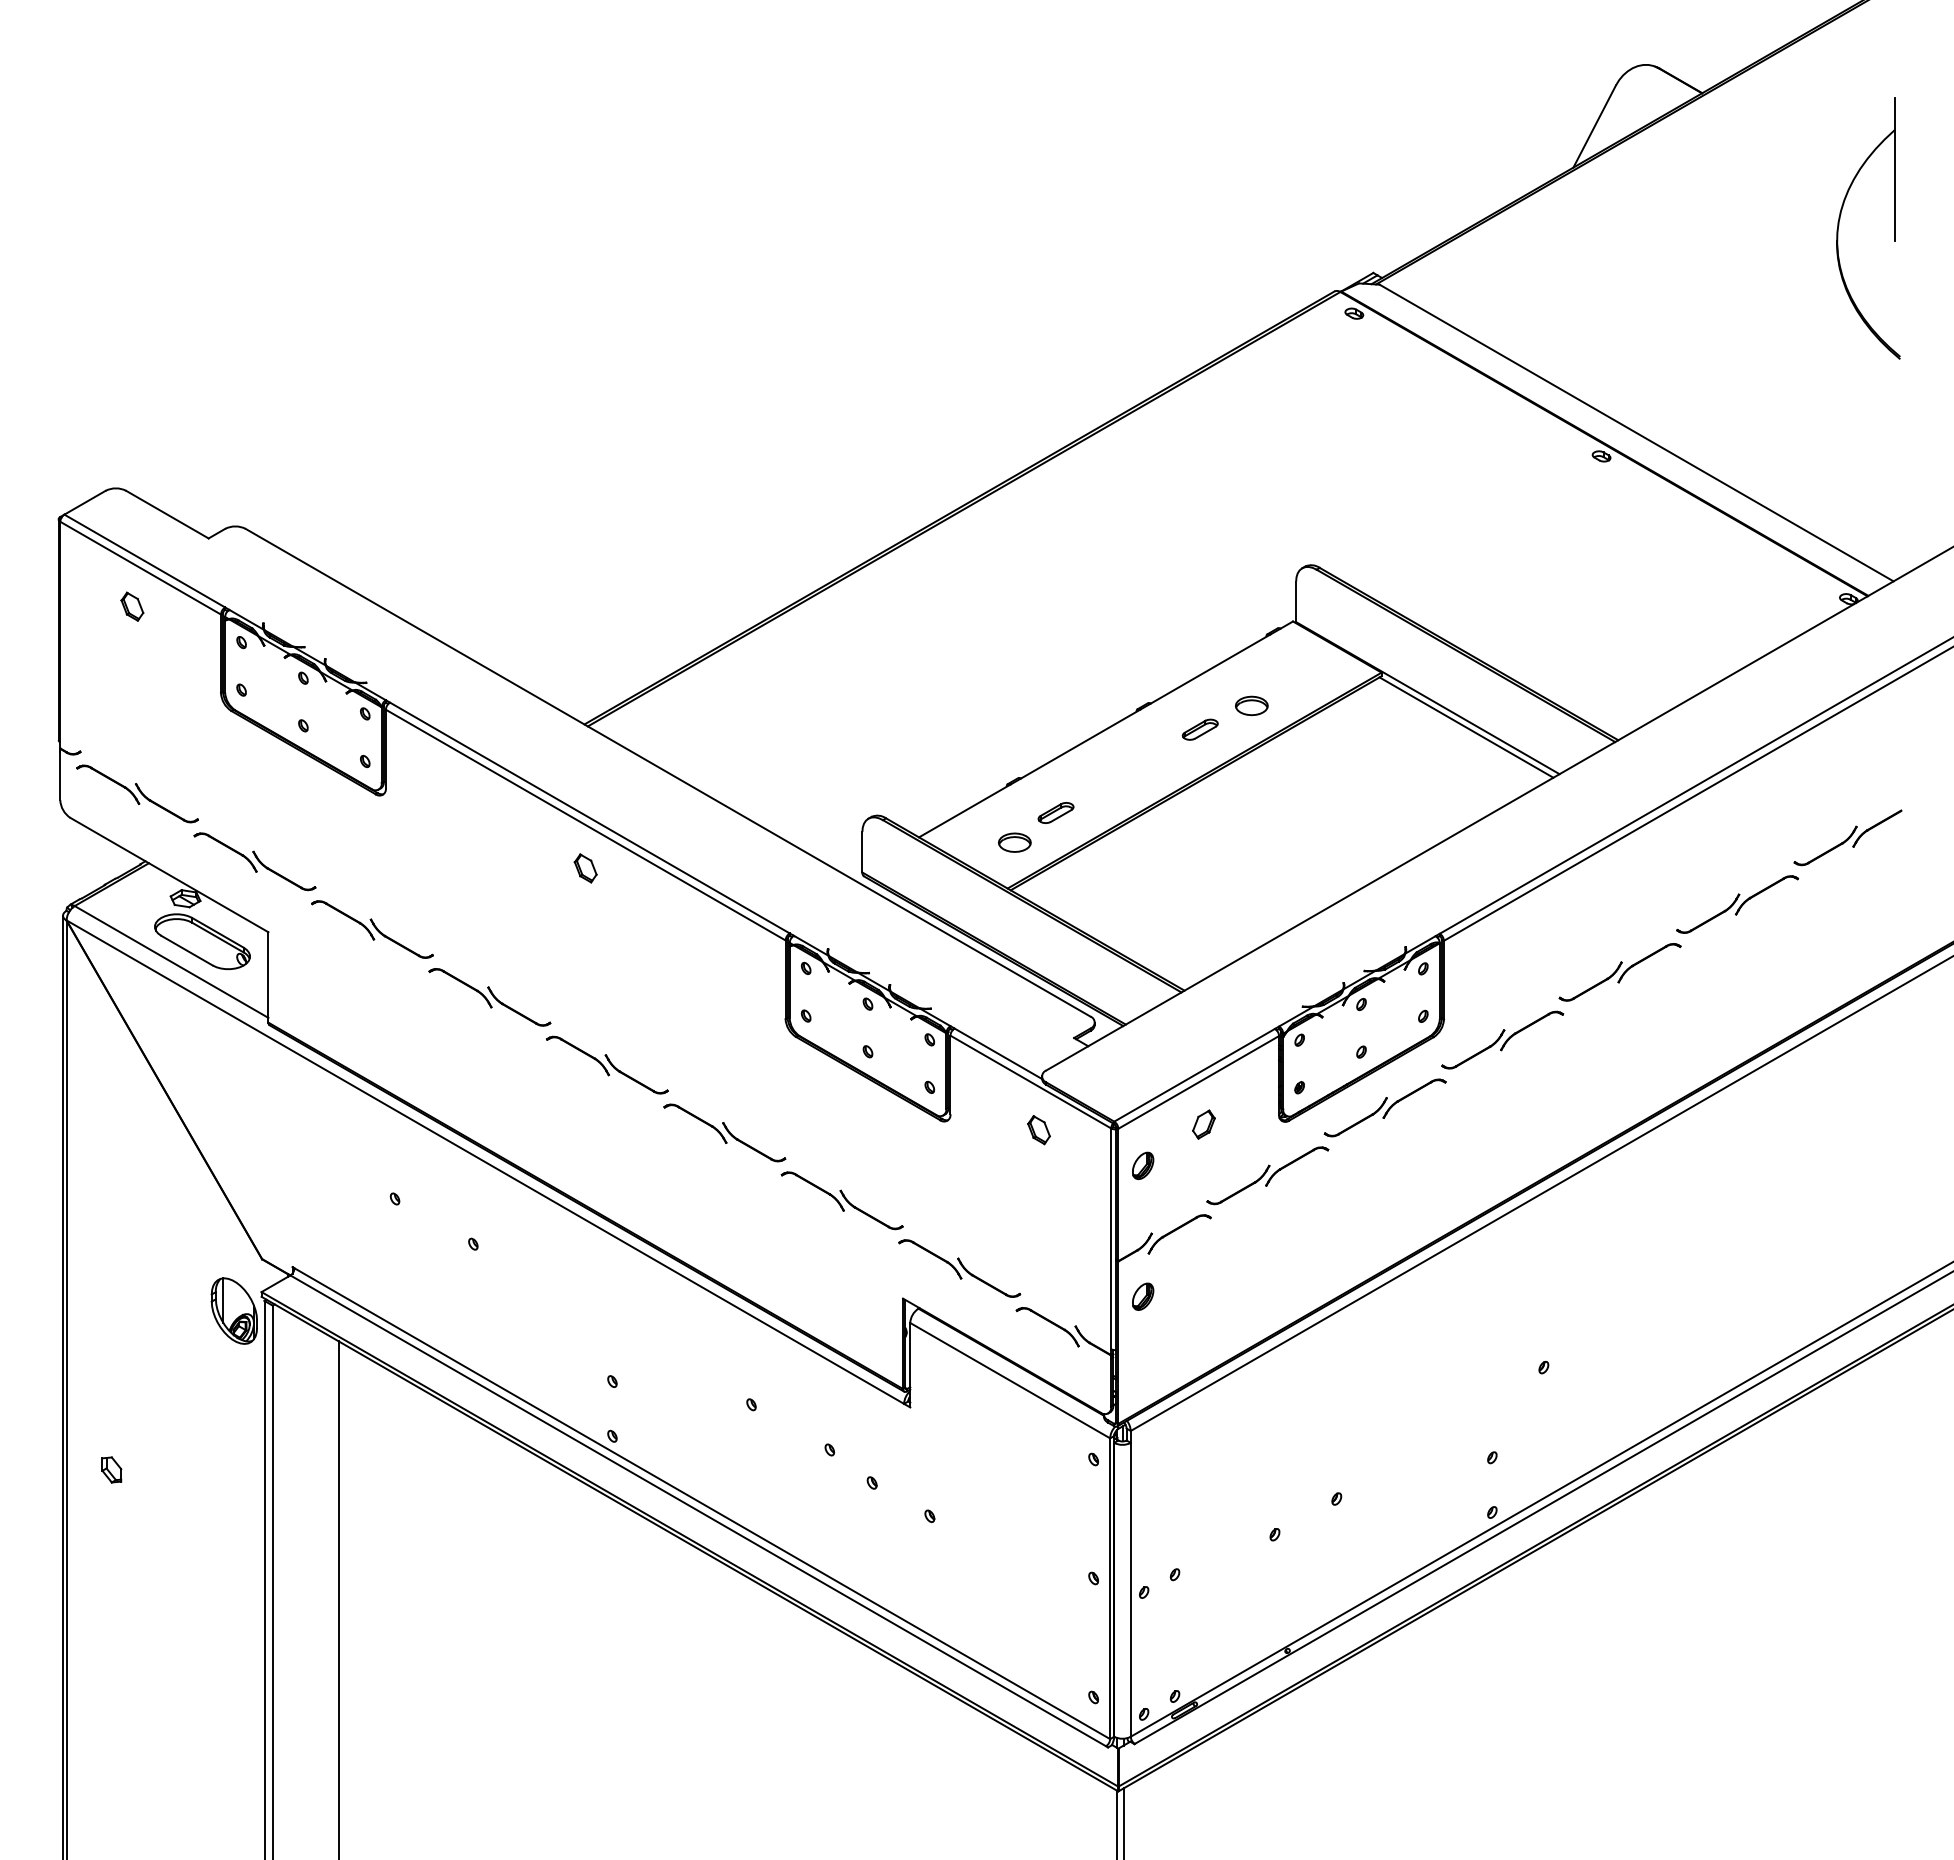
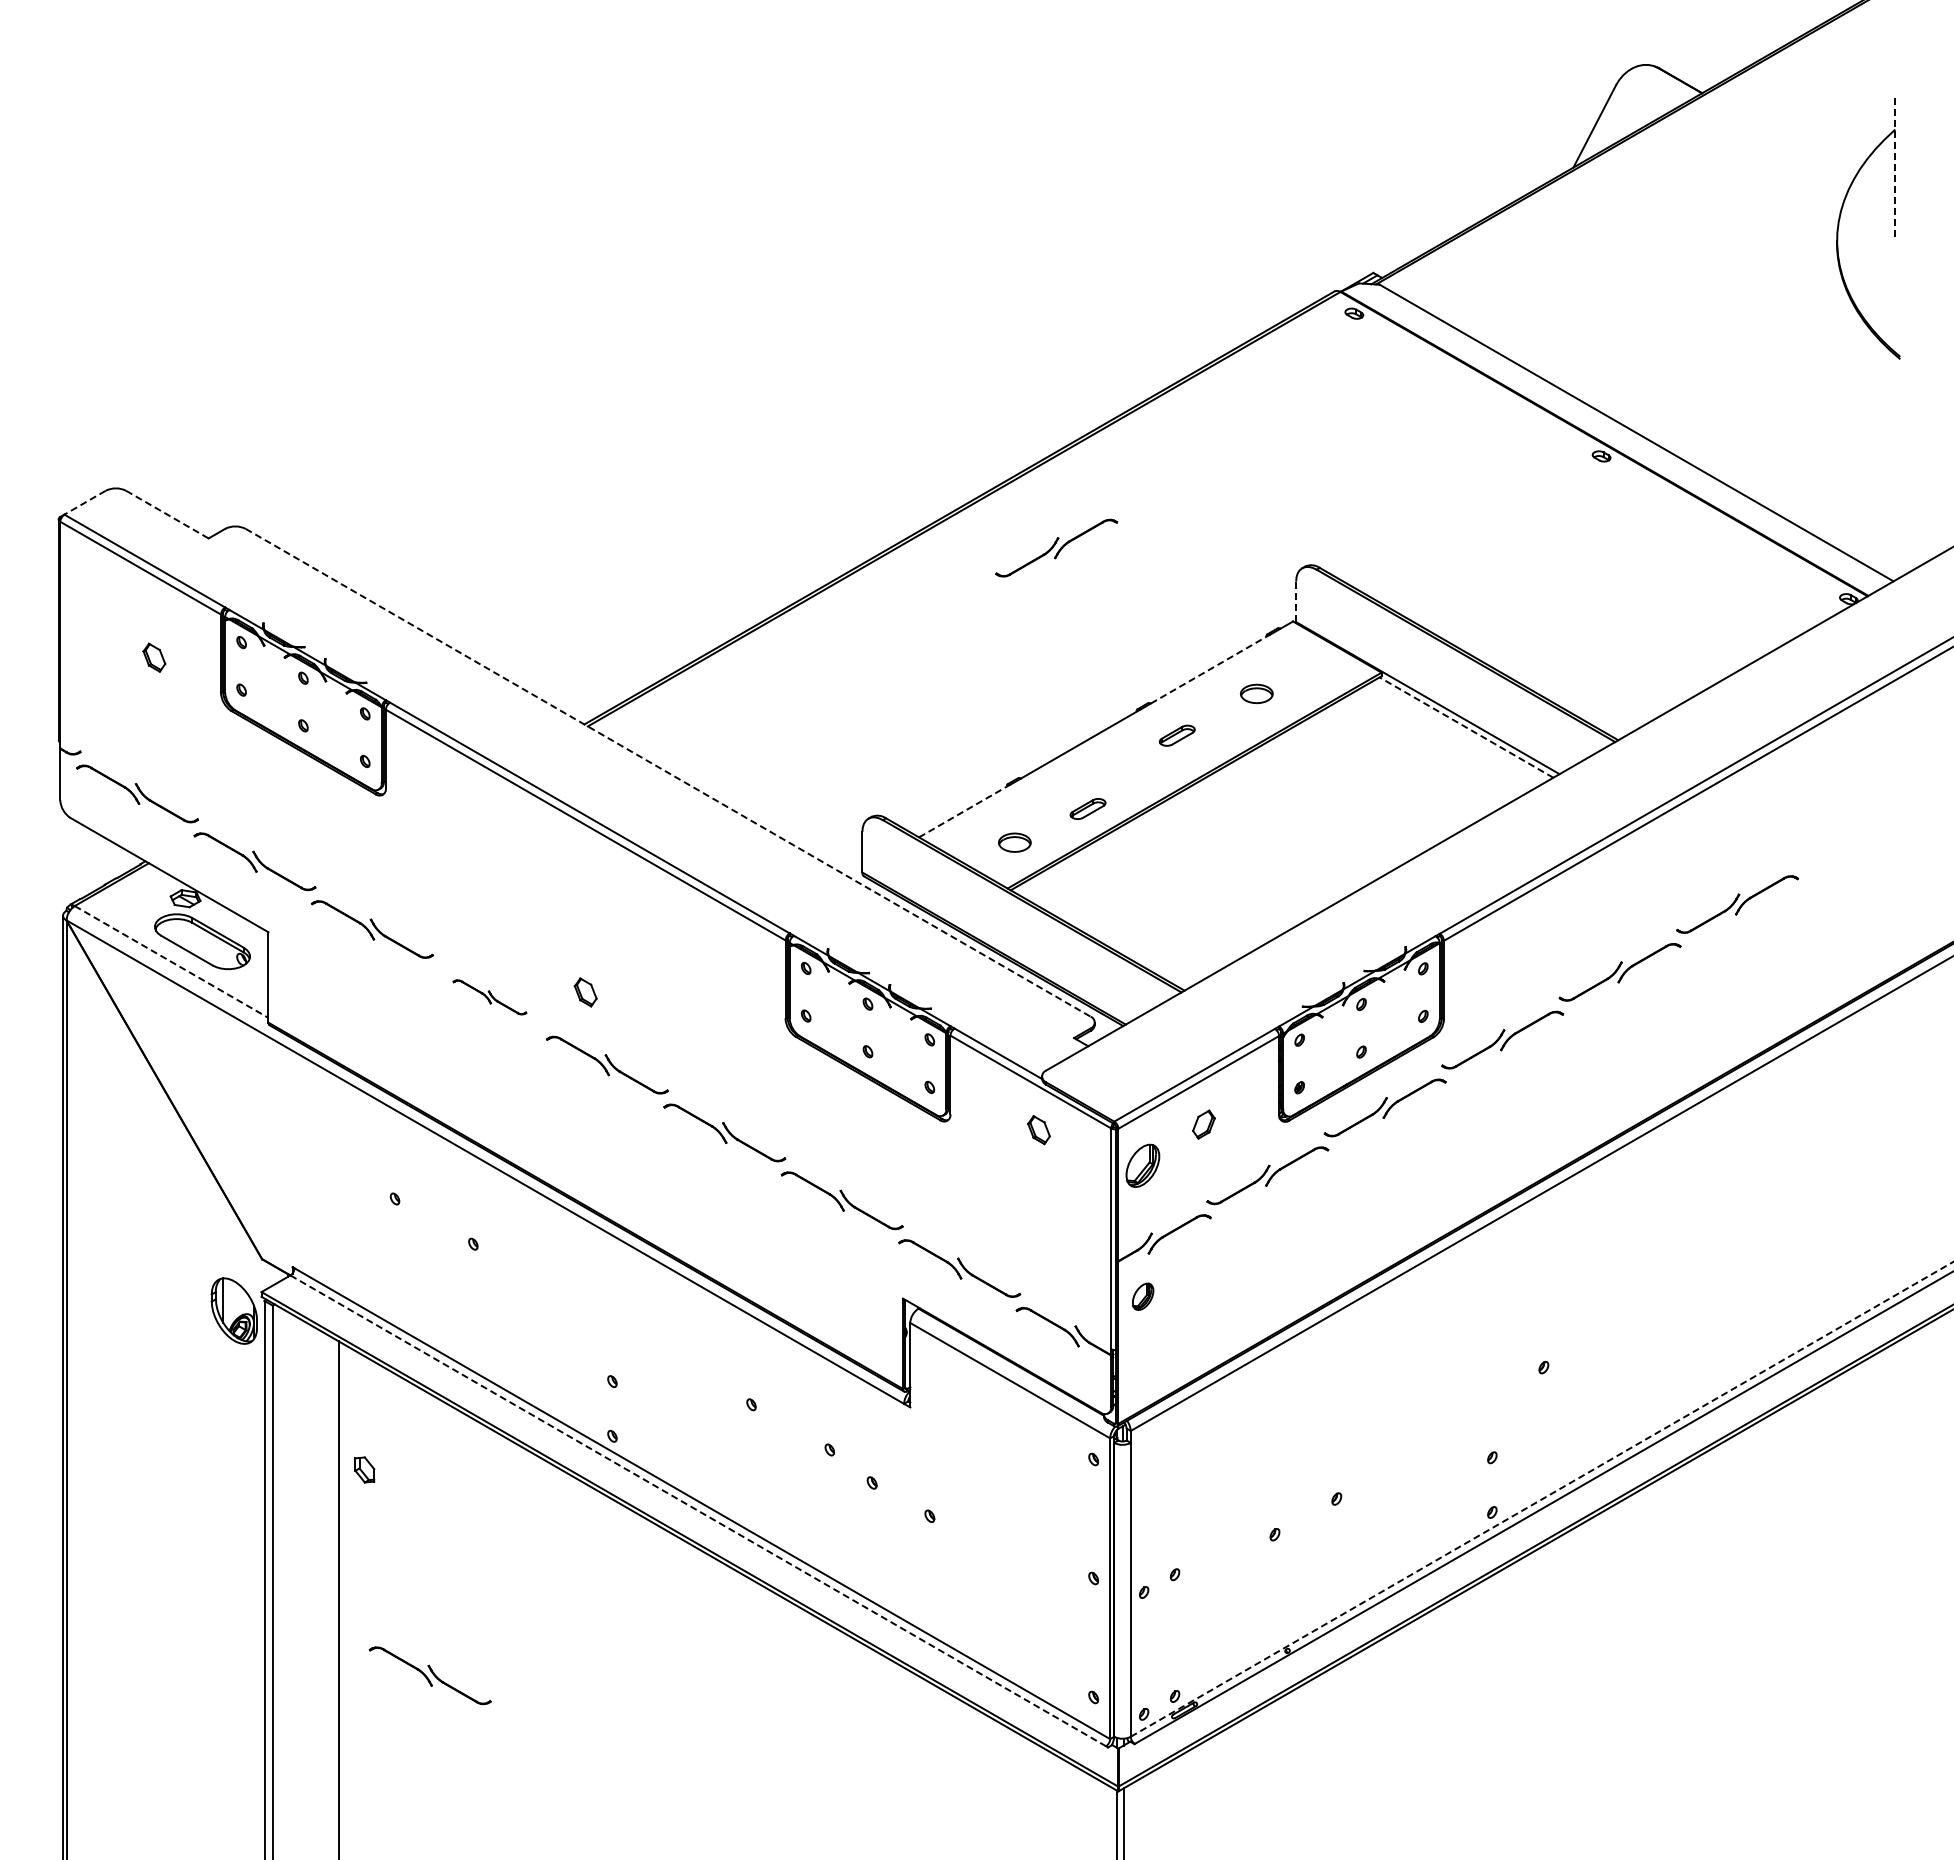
line at (1895, 170): solid -> dashed
line at (85, 502): solid -> dashed
line at (167, 514): solid -> dashed
part at (1056, 547): none -> present
line at (1296, 601): solid -> dashed
part at (132, 606) position: (132, 606) -> (154, 657)
line at (1211, 668): solid -> dashed
part at (1251, 705) position: (1251, 705) -> (1256, 693)
line at (1466, 727): solid -> dashed
part at (1199, 729) position: (1199, 729) -> (1176, 735)
line at (668, 772): solid -> dashed
line at (964, 810): solid -> dashed
part at (1055, 812) position: (1055, 812) -> (1087, 808)
part at (1847, 837): present -> none
part at (585, 868) position: (585, 868) -> (585, 992)
line at (171, 961): solid -> dashed
part at (489, 997) size: 124x59 px -> 76x37 px
part at (1143, 1165) size: 23x30 px -> 36x45 px
part at (111, 1469) position: (111, 1469) -> (364, 1469)
line at (1542, 1499): solid -> dashed
line at (698, 1510): solid -> dashed
part at (429, 1675): none -> present
